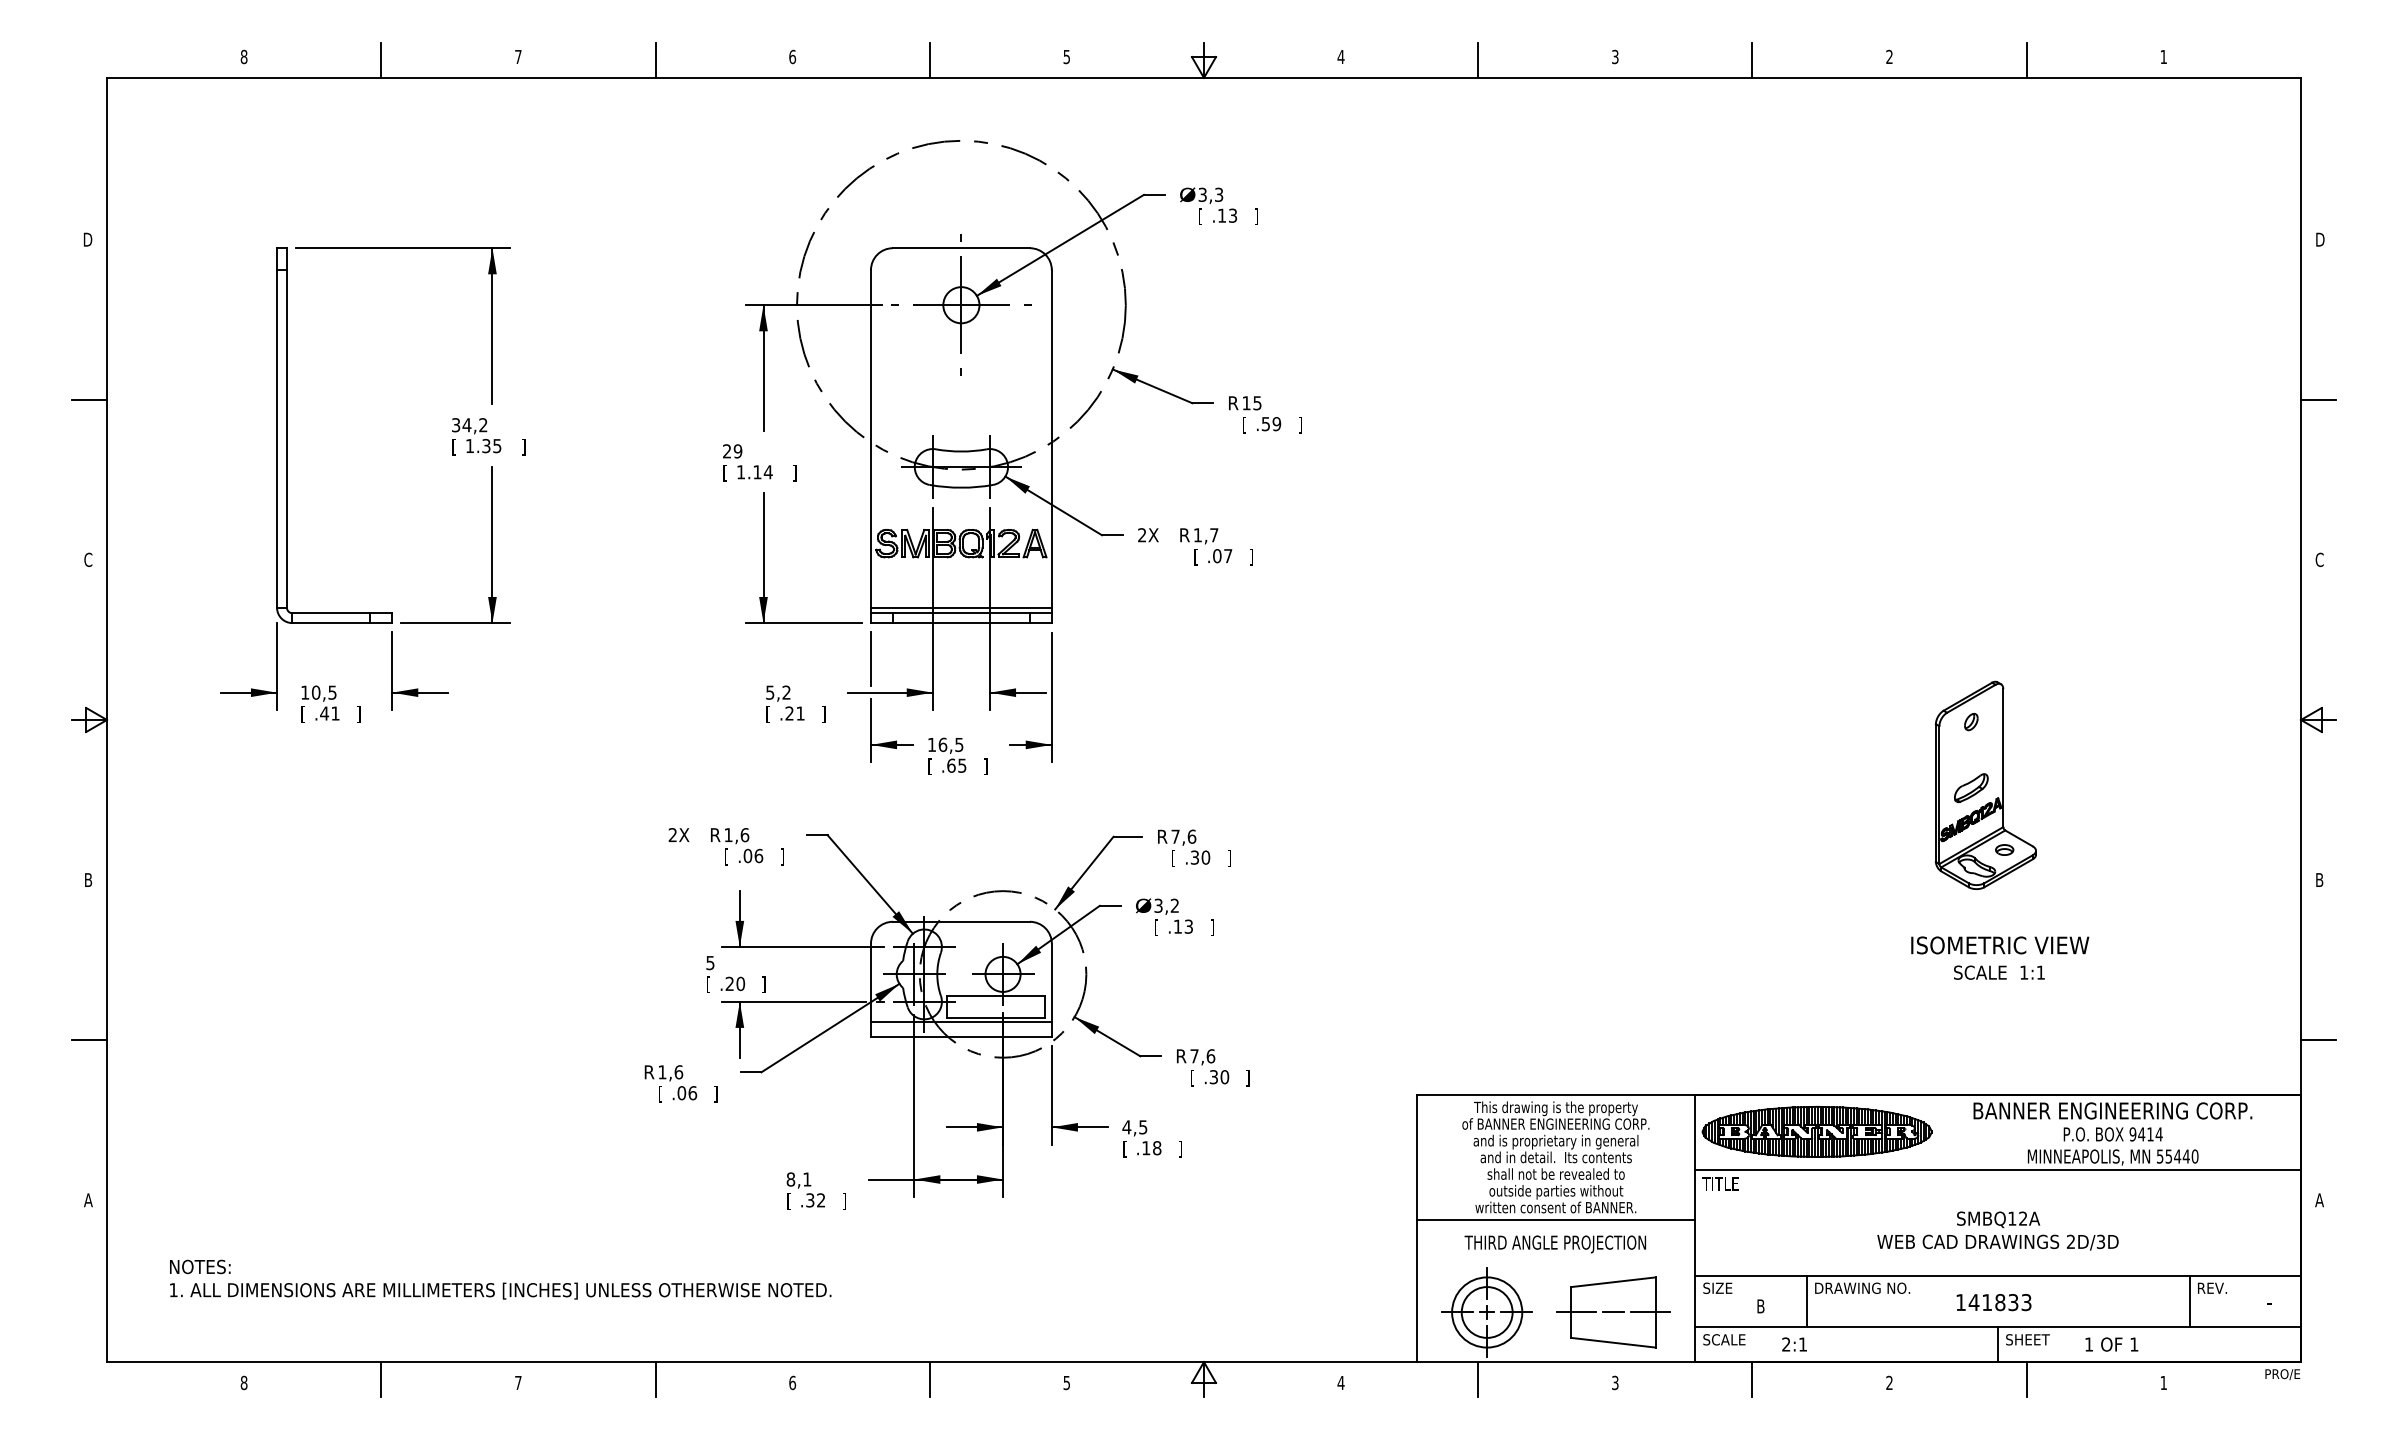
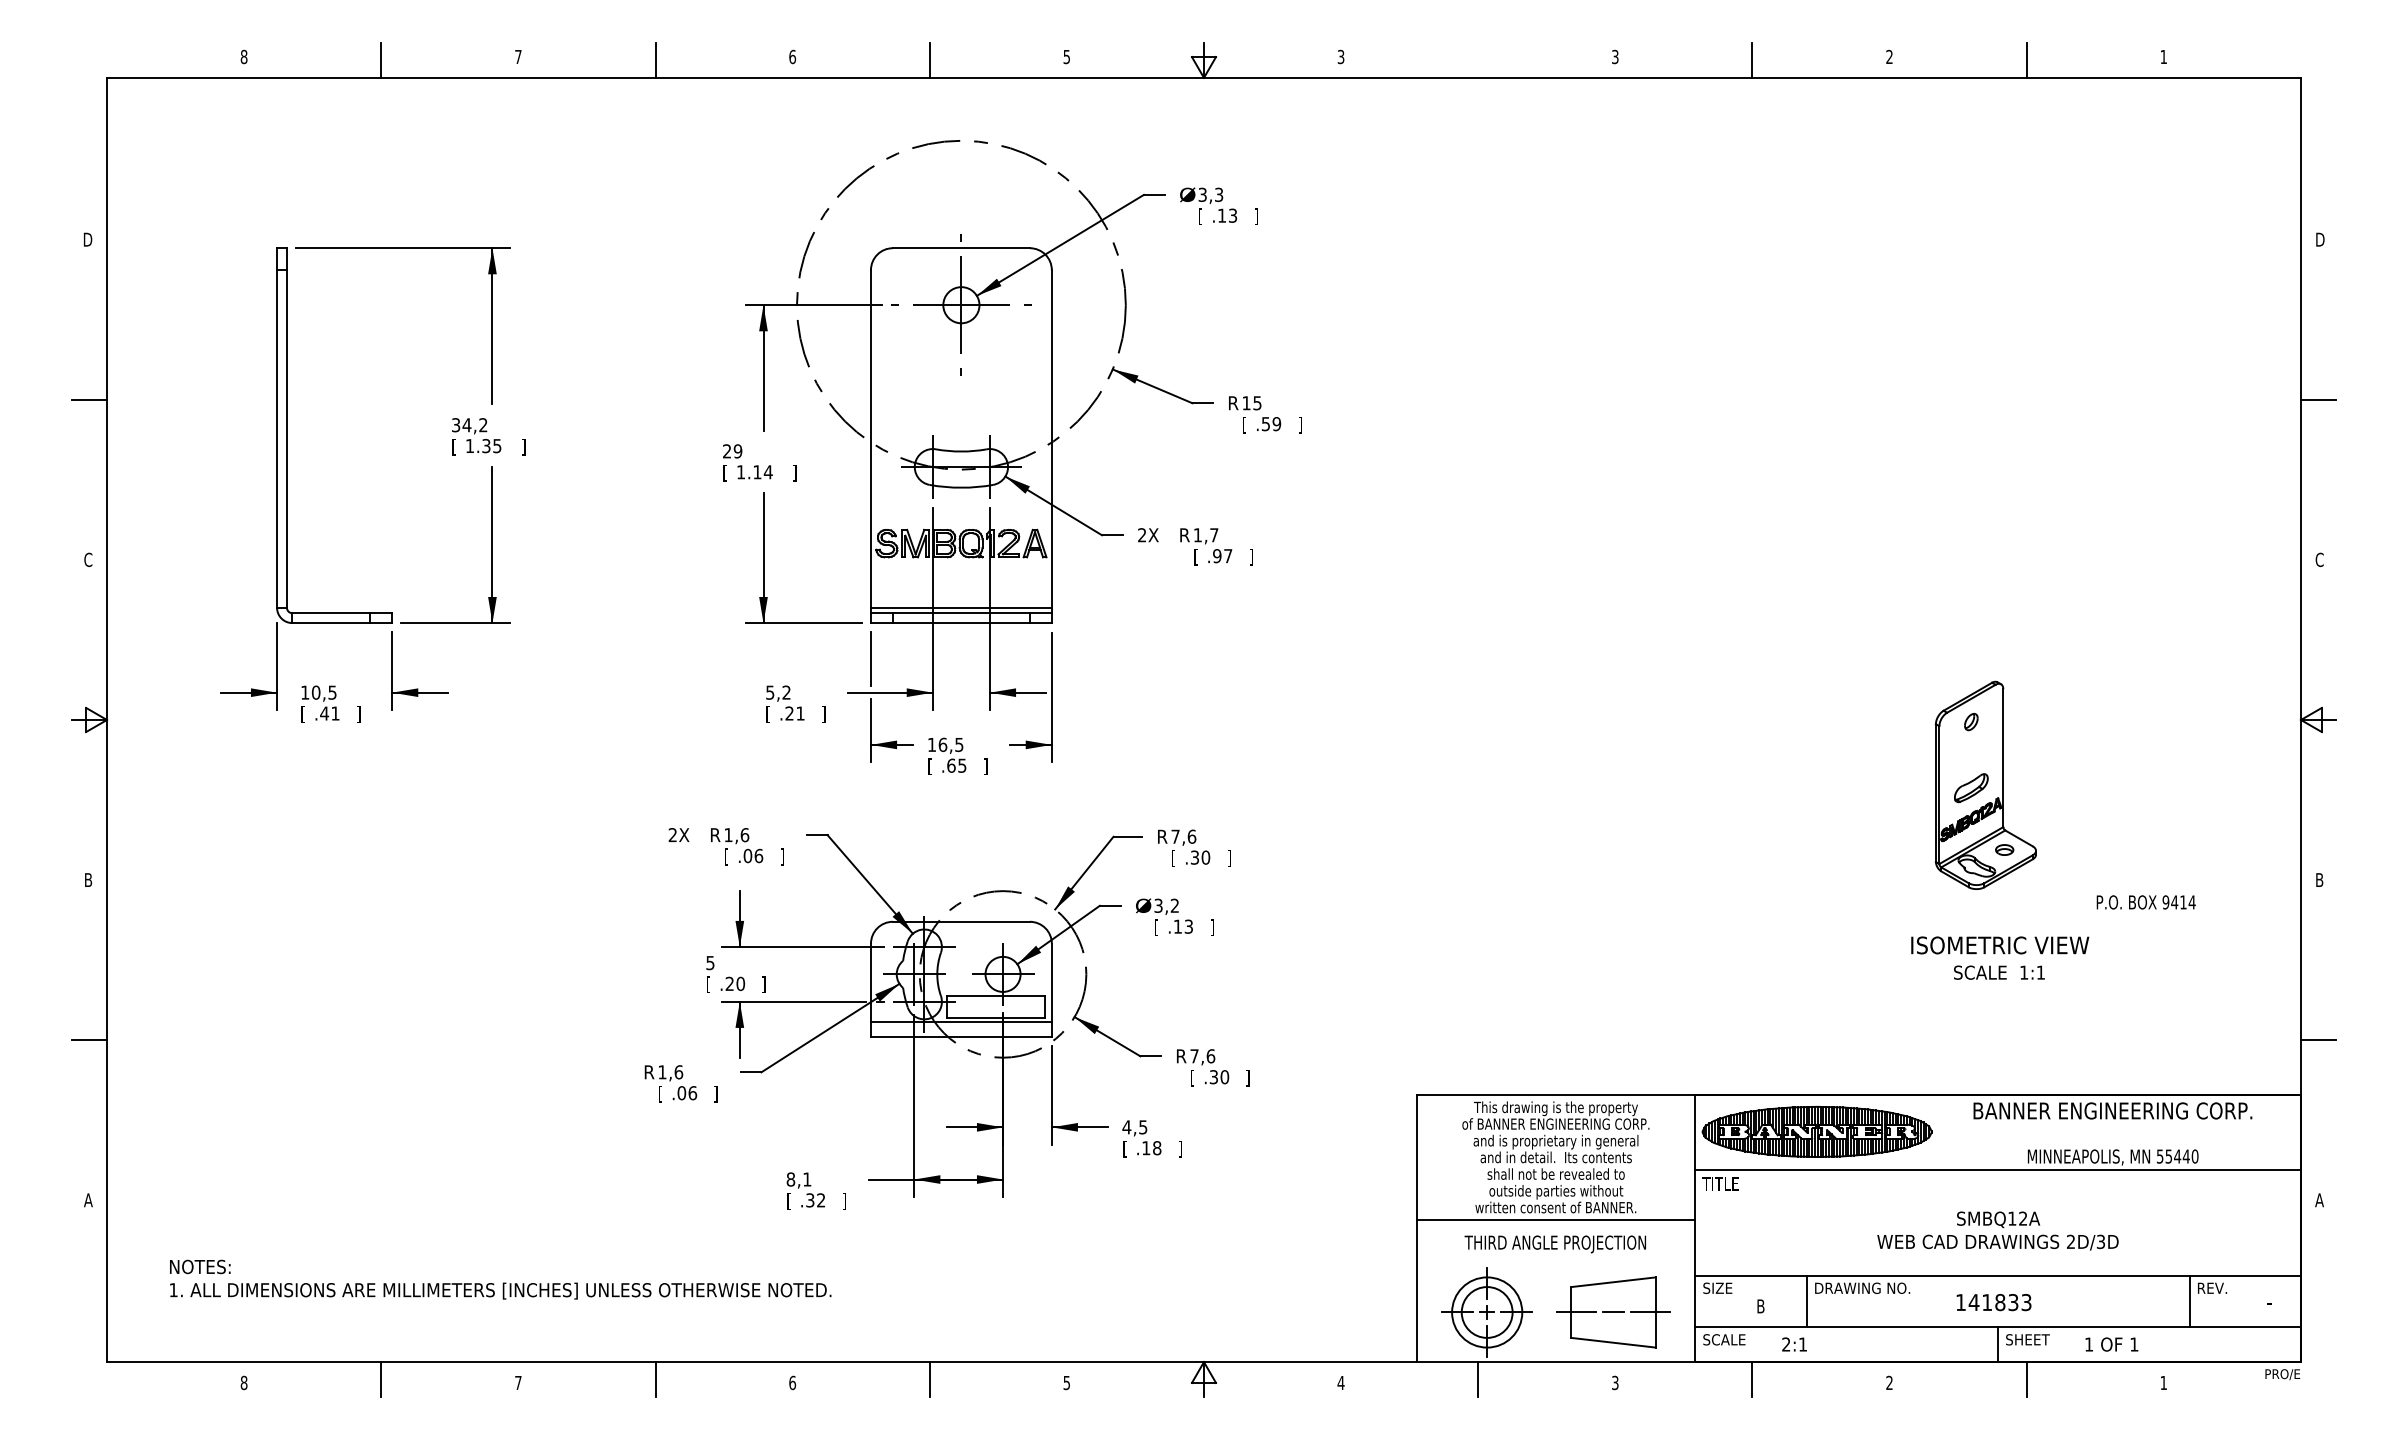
text at (1340, 56): 4 -> 3
line at (1478, 60): present -> none
text at (1217, 556): .07 -> .97
text at (2112, 1134) position: (2112, 1134) -> (2145, 902)
